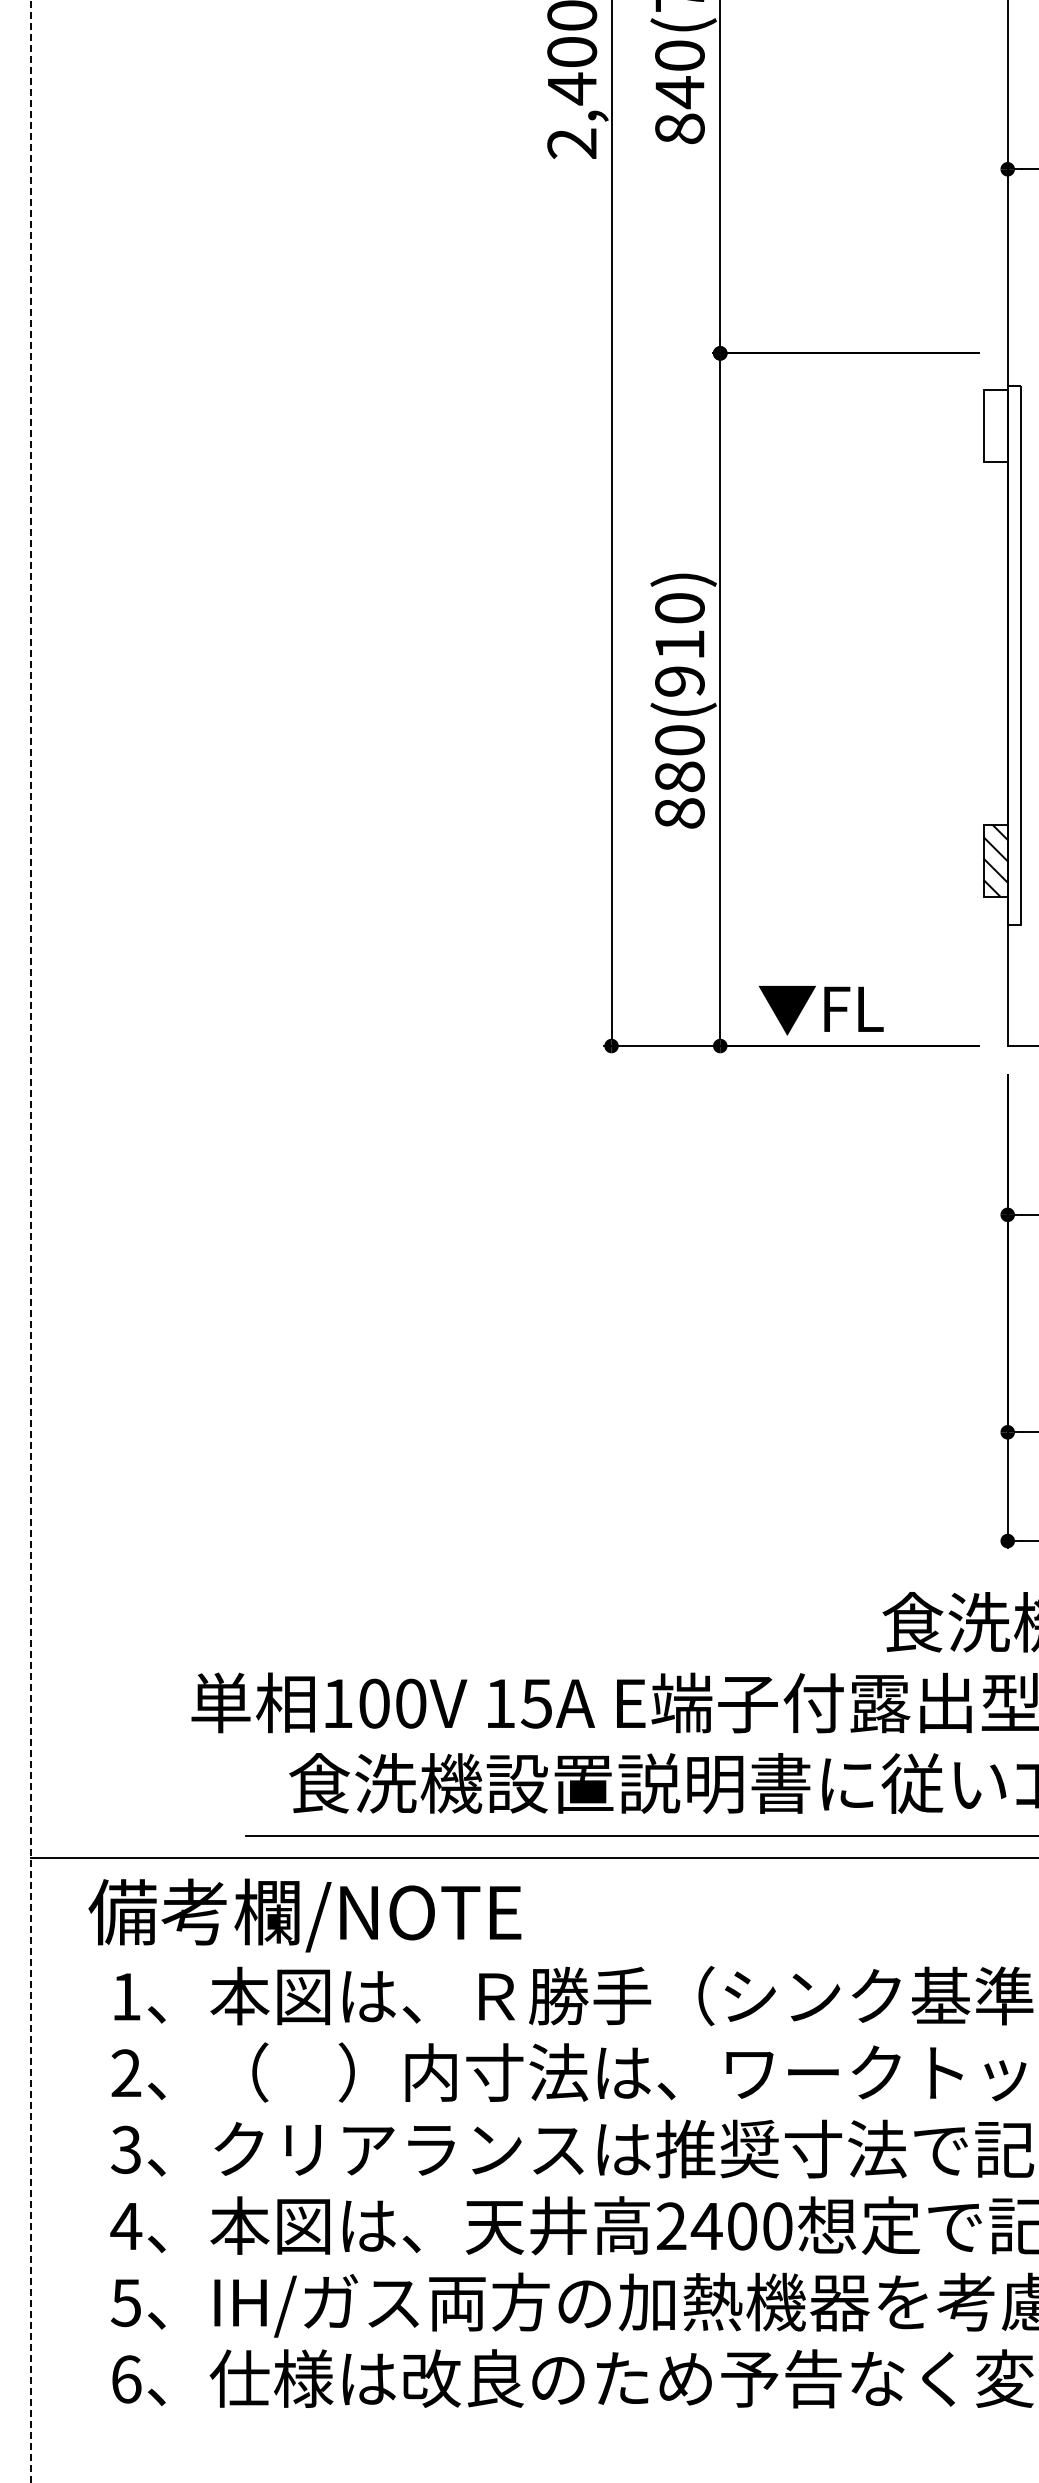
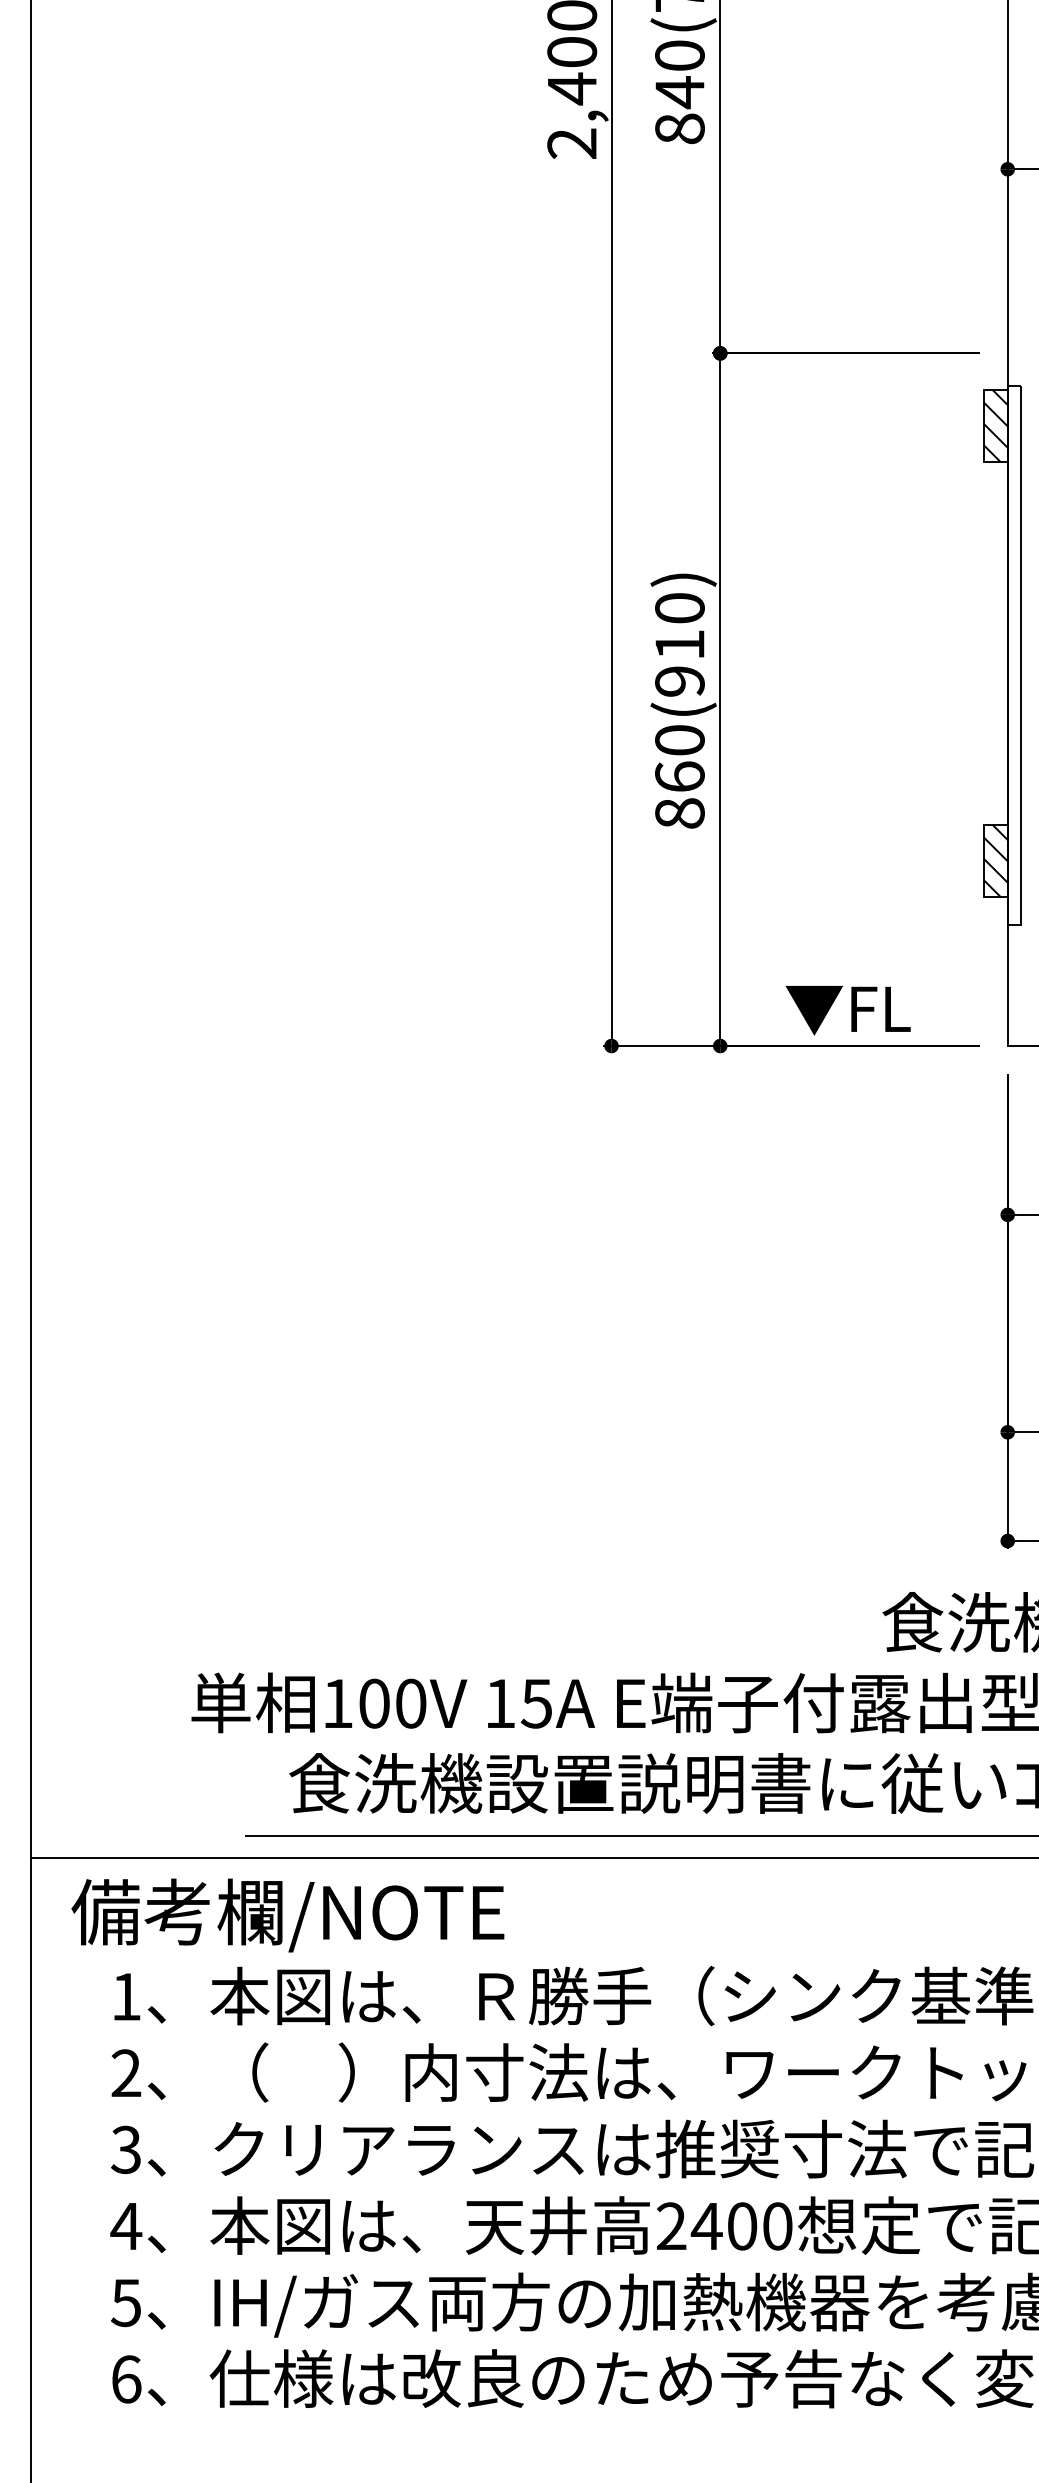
hatch at (995, 425): none -> present
text at (679, 776): 880(910) -> 860(910)
text at (820, 1010) position: (820, 1010) -> (847, 1010)
line at (31, 1241): dashed -> solid
text at (304, 1915) position: (304, 1915) -> (287, 1915)
